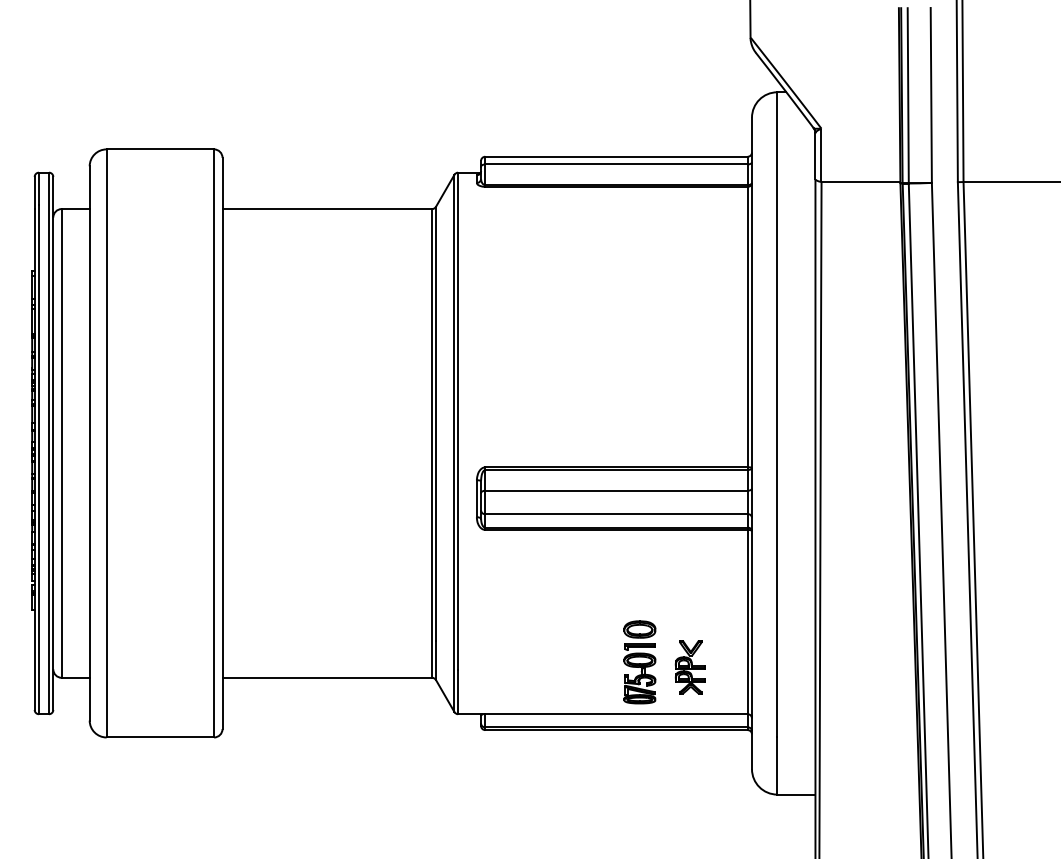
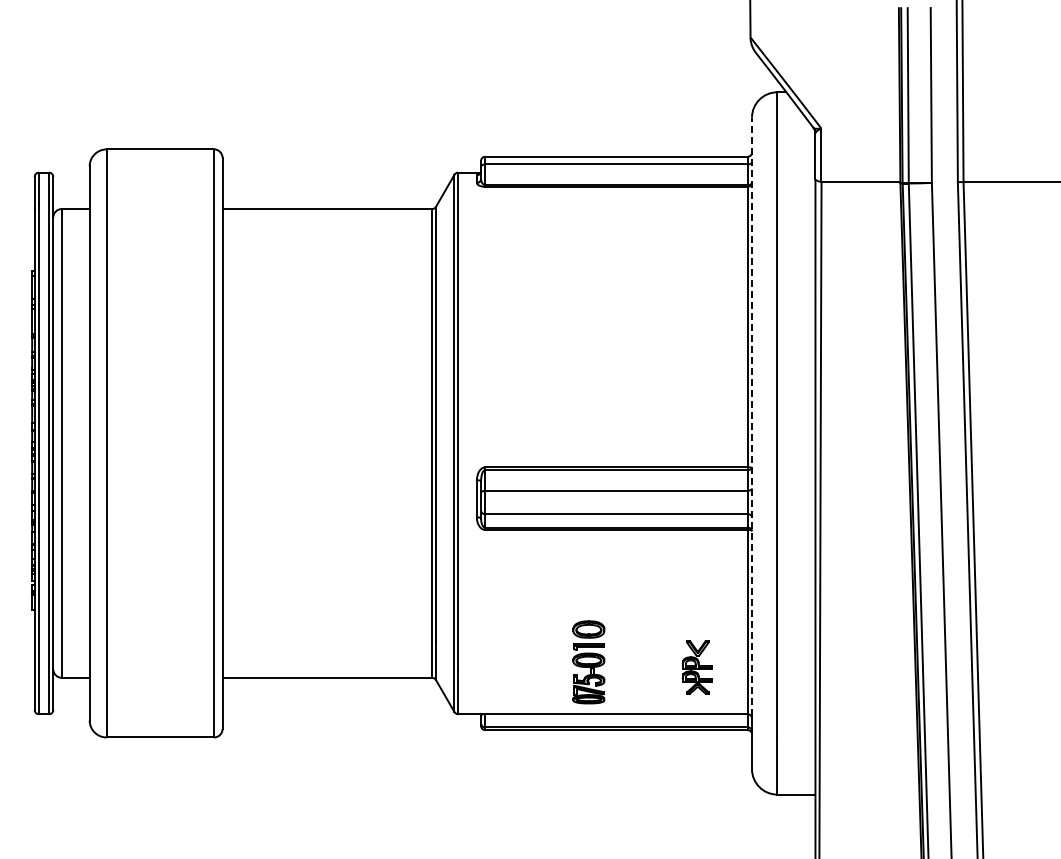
line at (752, 416): solid -> dashed
part at (639, 662) position: (639, 662) -> (588, 662)
part at (689, 667) position: (689, 667) -> (696, 667)
